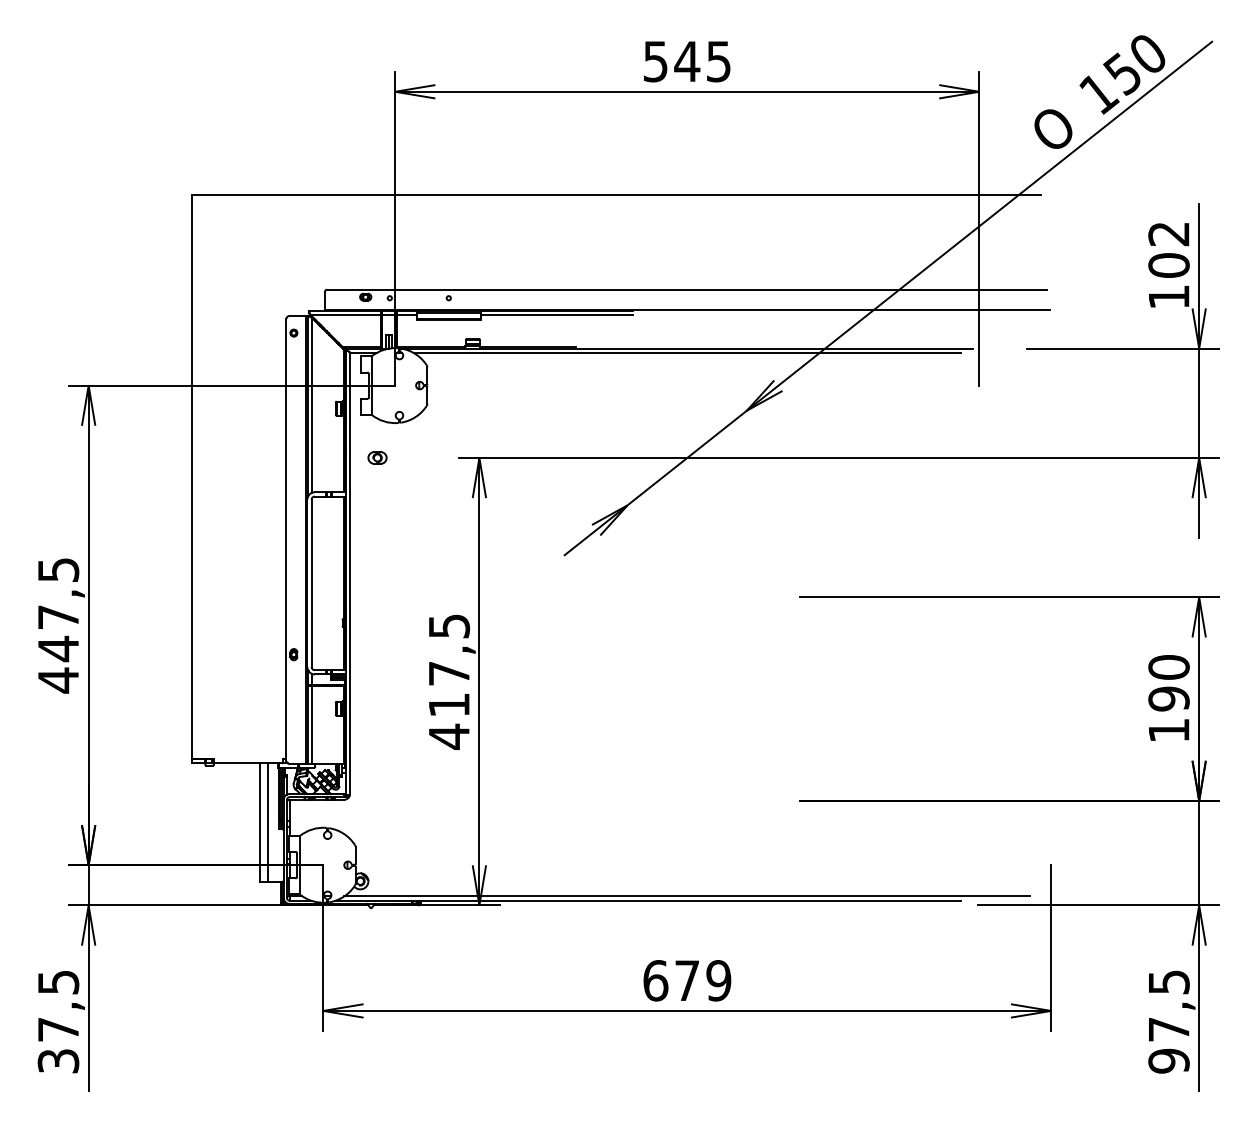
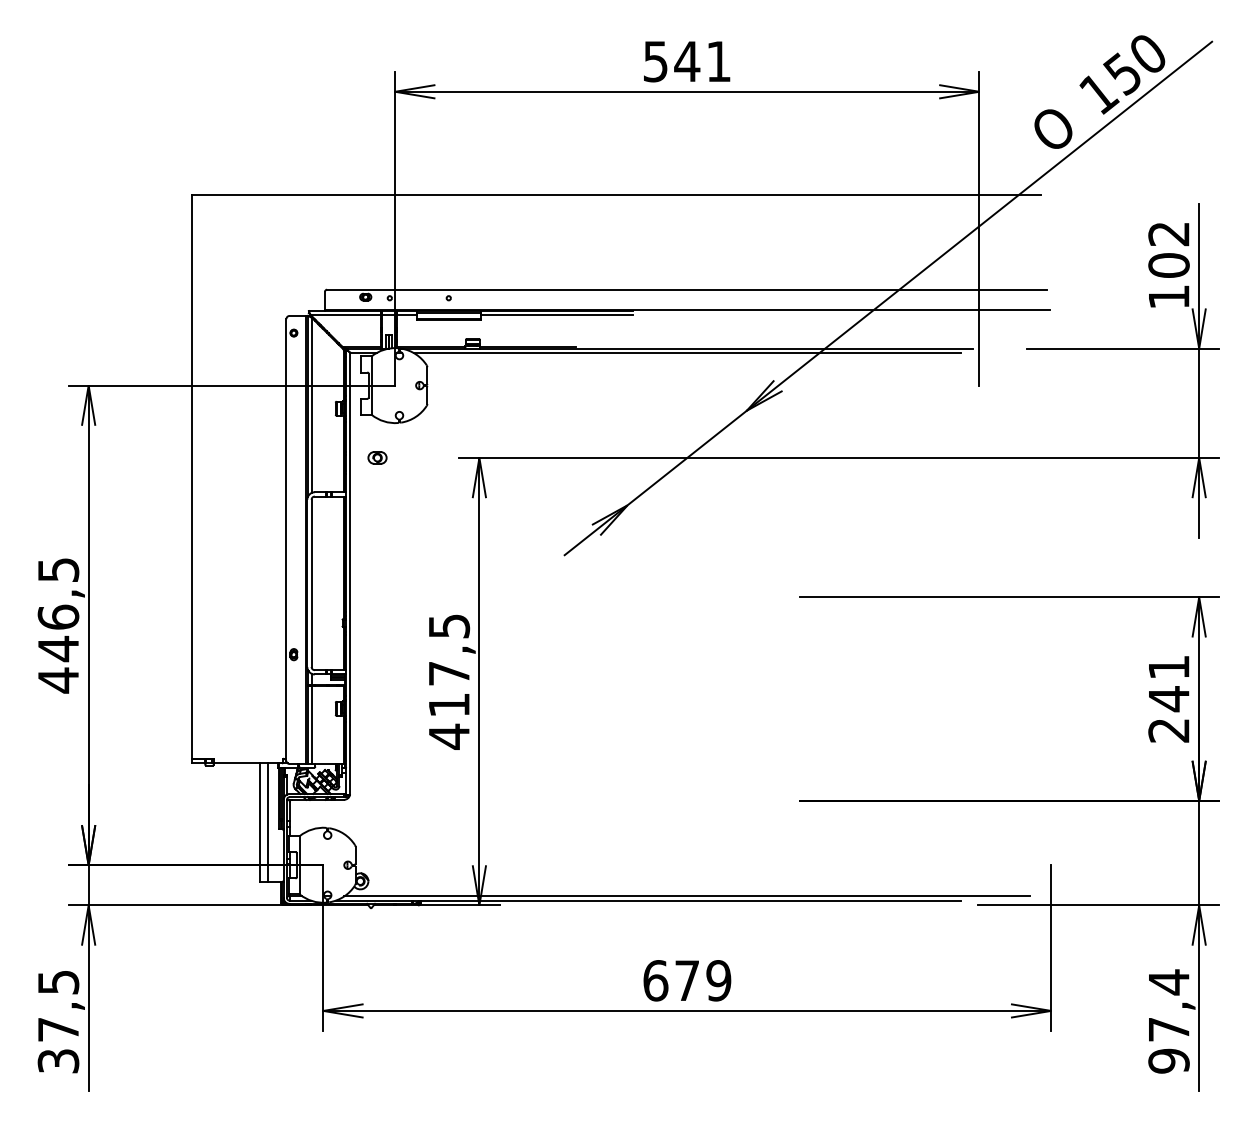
text at (718, 61): 545 -> 541
text at (58, 616): 447,5 -> 446,5
text at (1168, 698): 190 -> 241
text at (1169, 982): 97,5 -> 97,4
